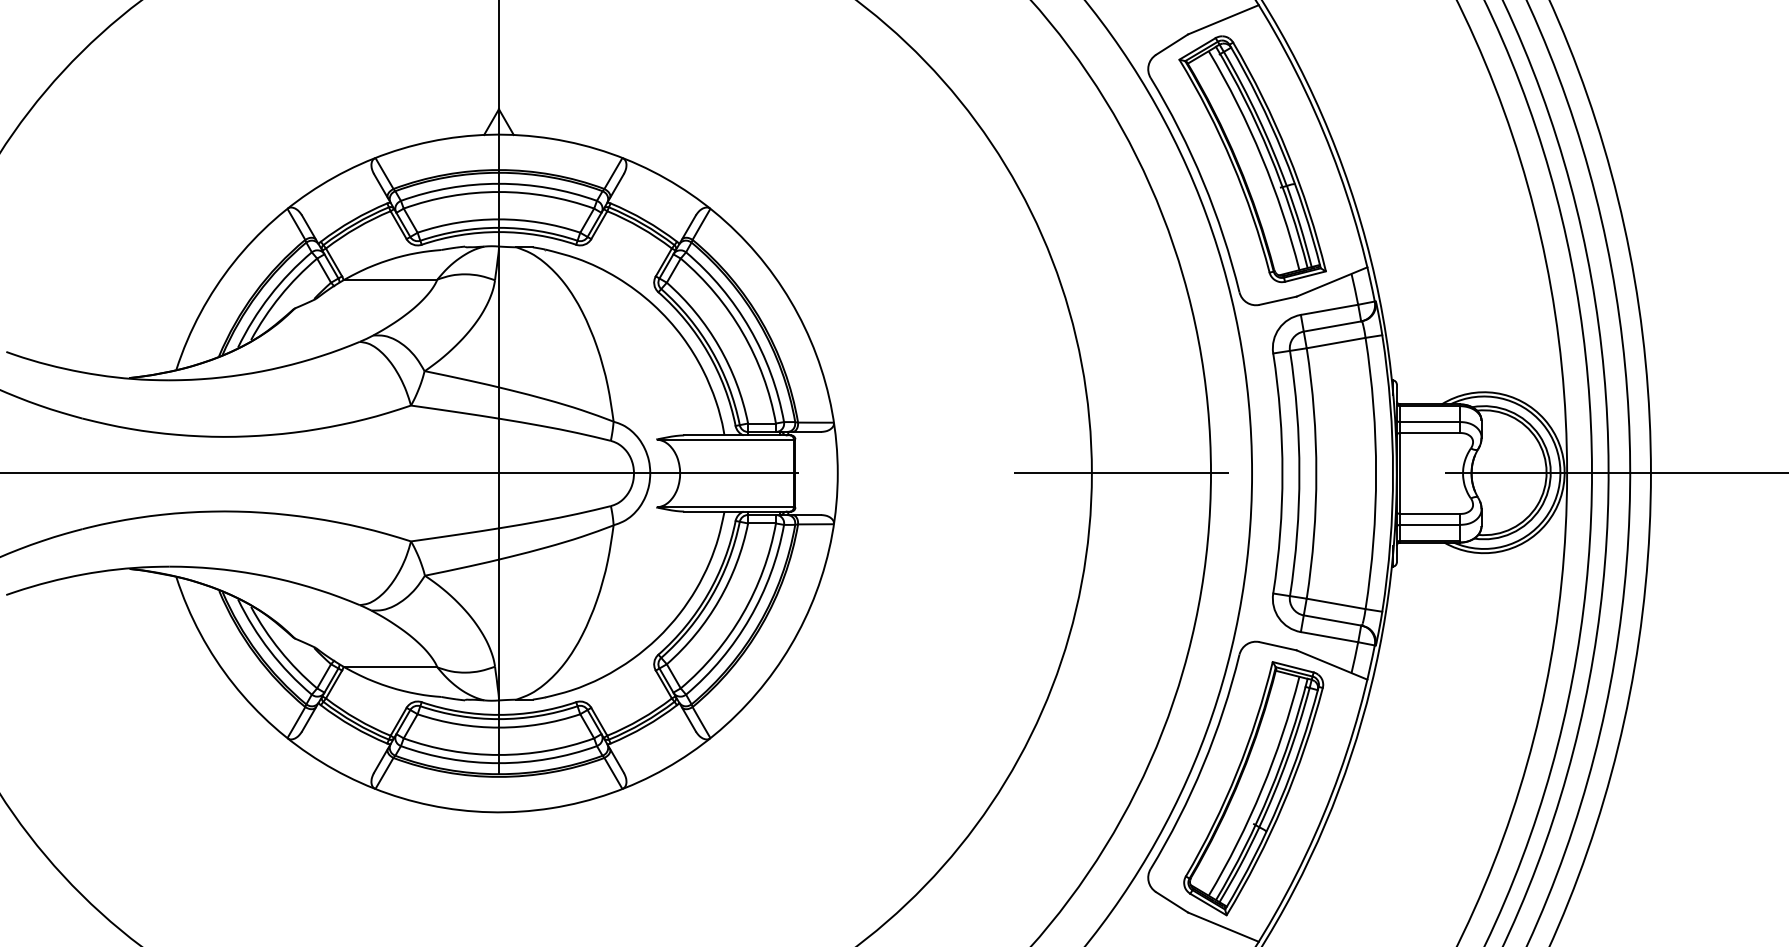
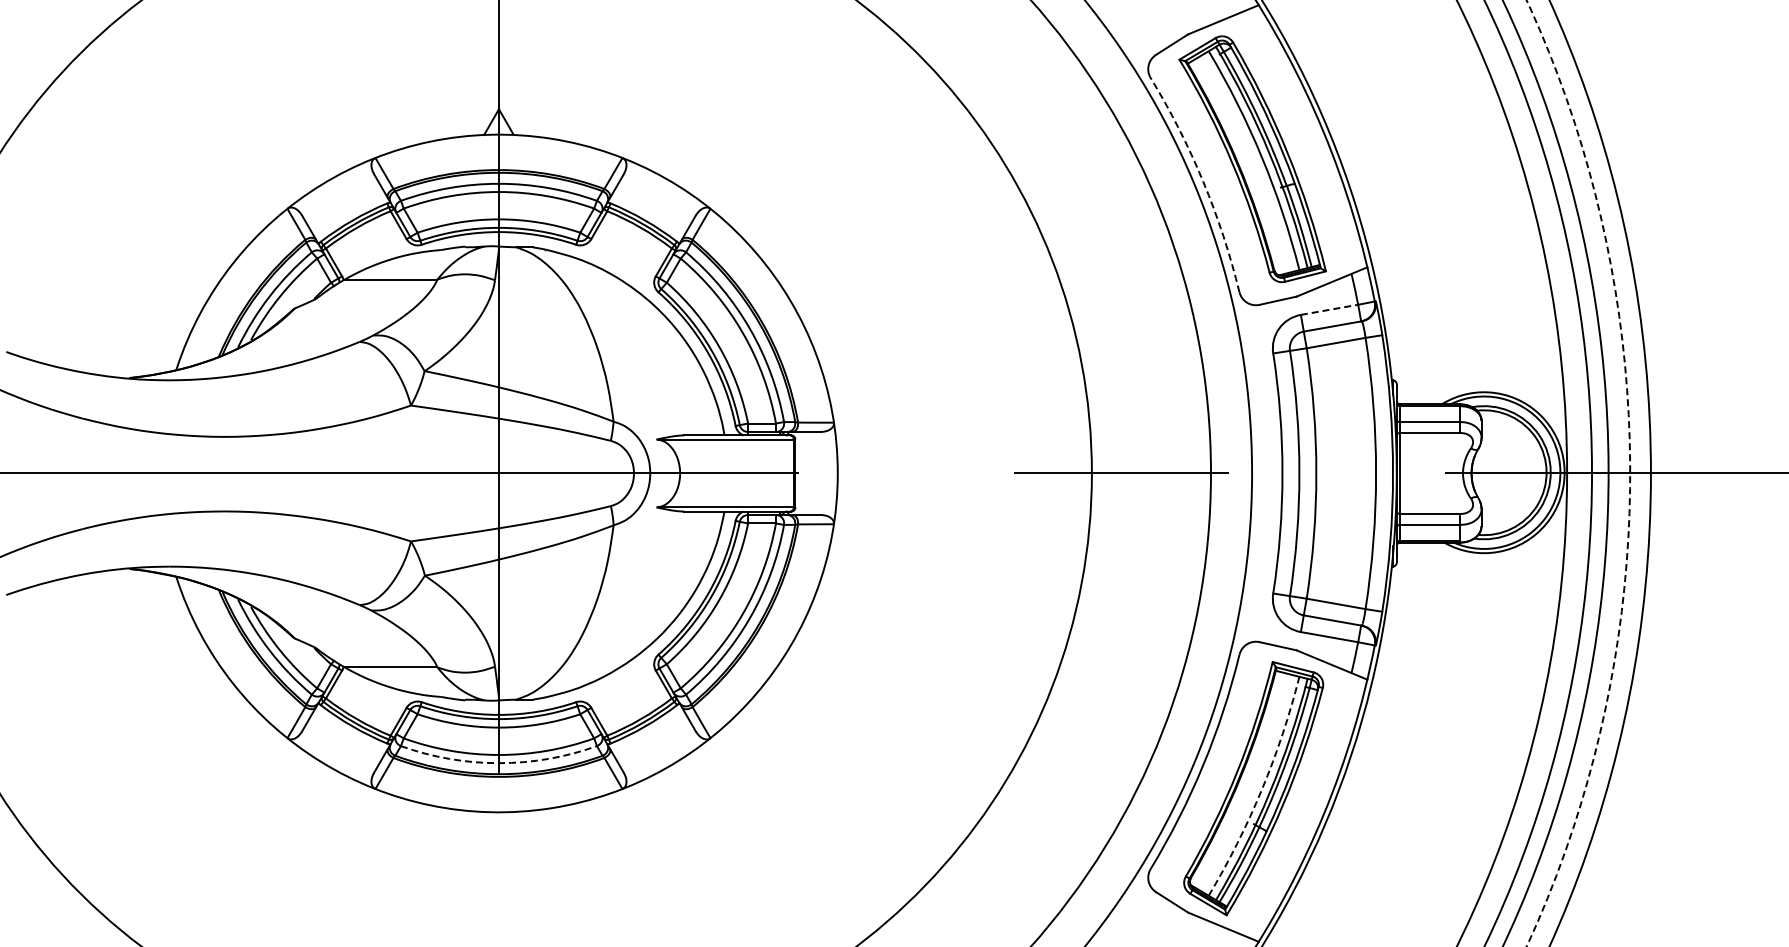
arc at (1203, 181): solid -> dashed
line at (1330, 309): solid -> dashed
arc at (1630, 472): solid -> dashed
arc at (498, 763): solid -> dashed
arc at (1261, 789): solid -> dashed
